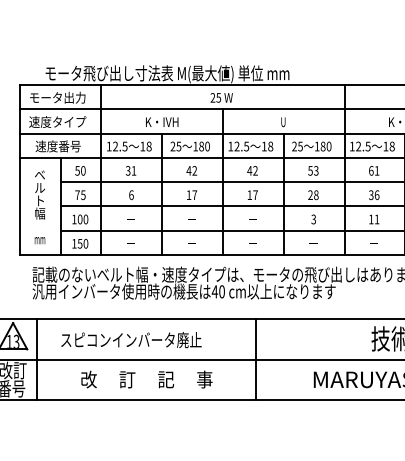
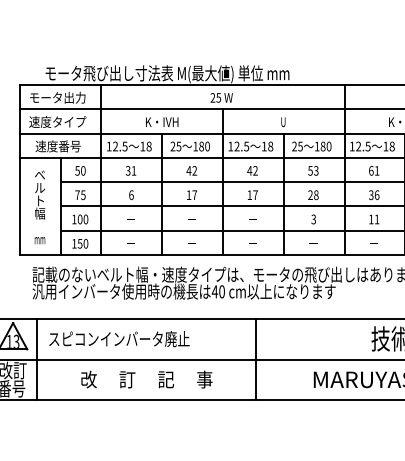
text at (131, 340) position: (131, 340) -> (119, 339)
